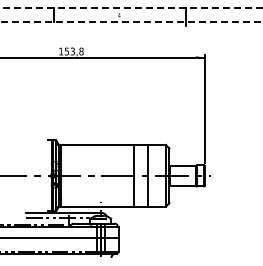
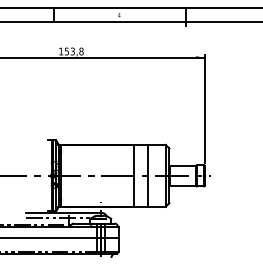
line at (131, 8): dashed -> solid
line at (130, 21): dashed -> solid
